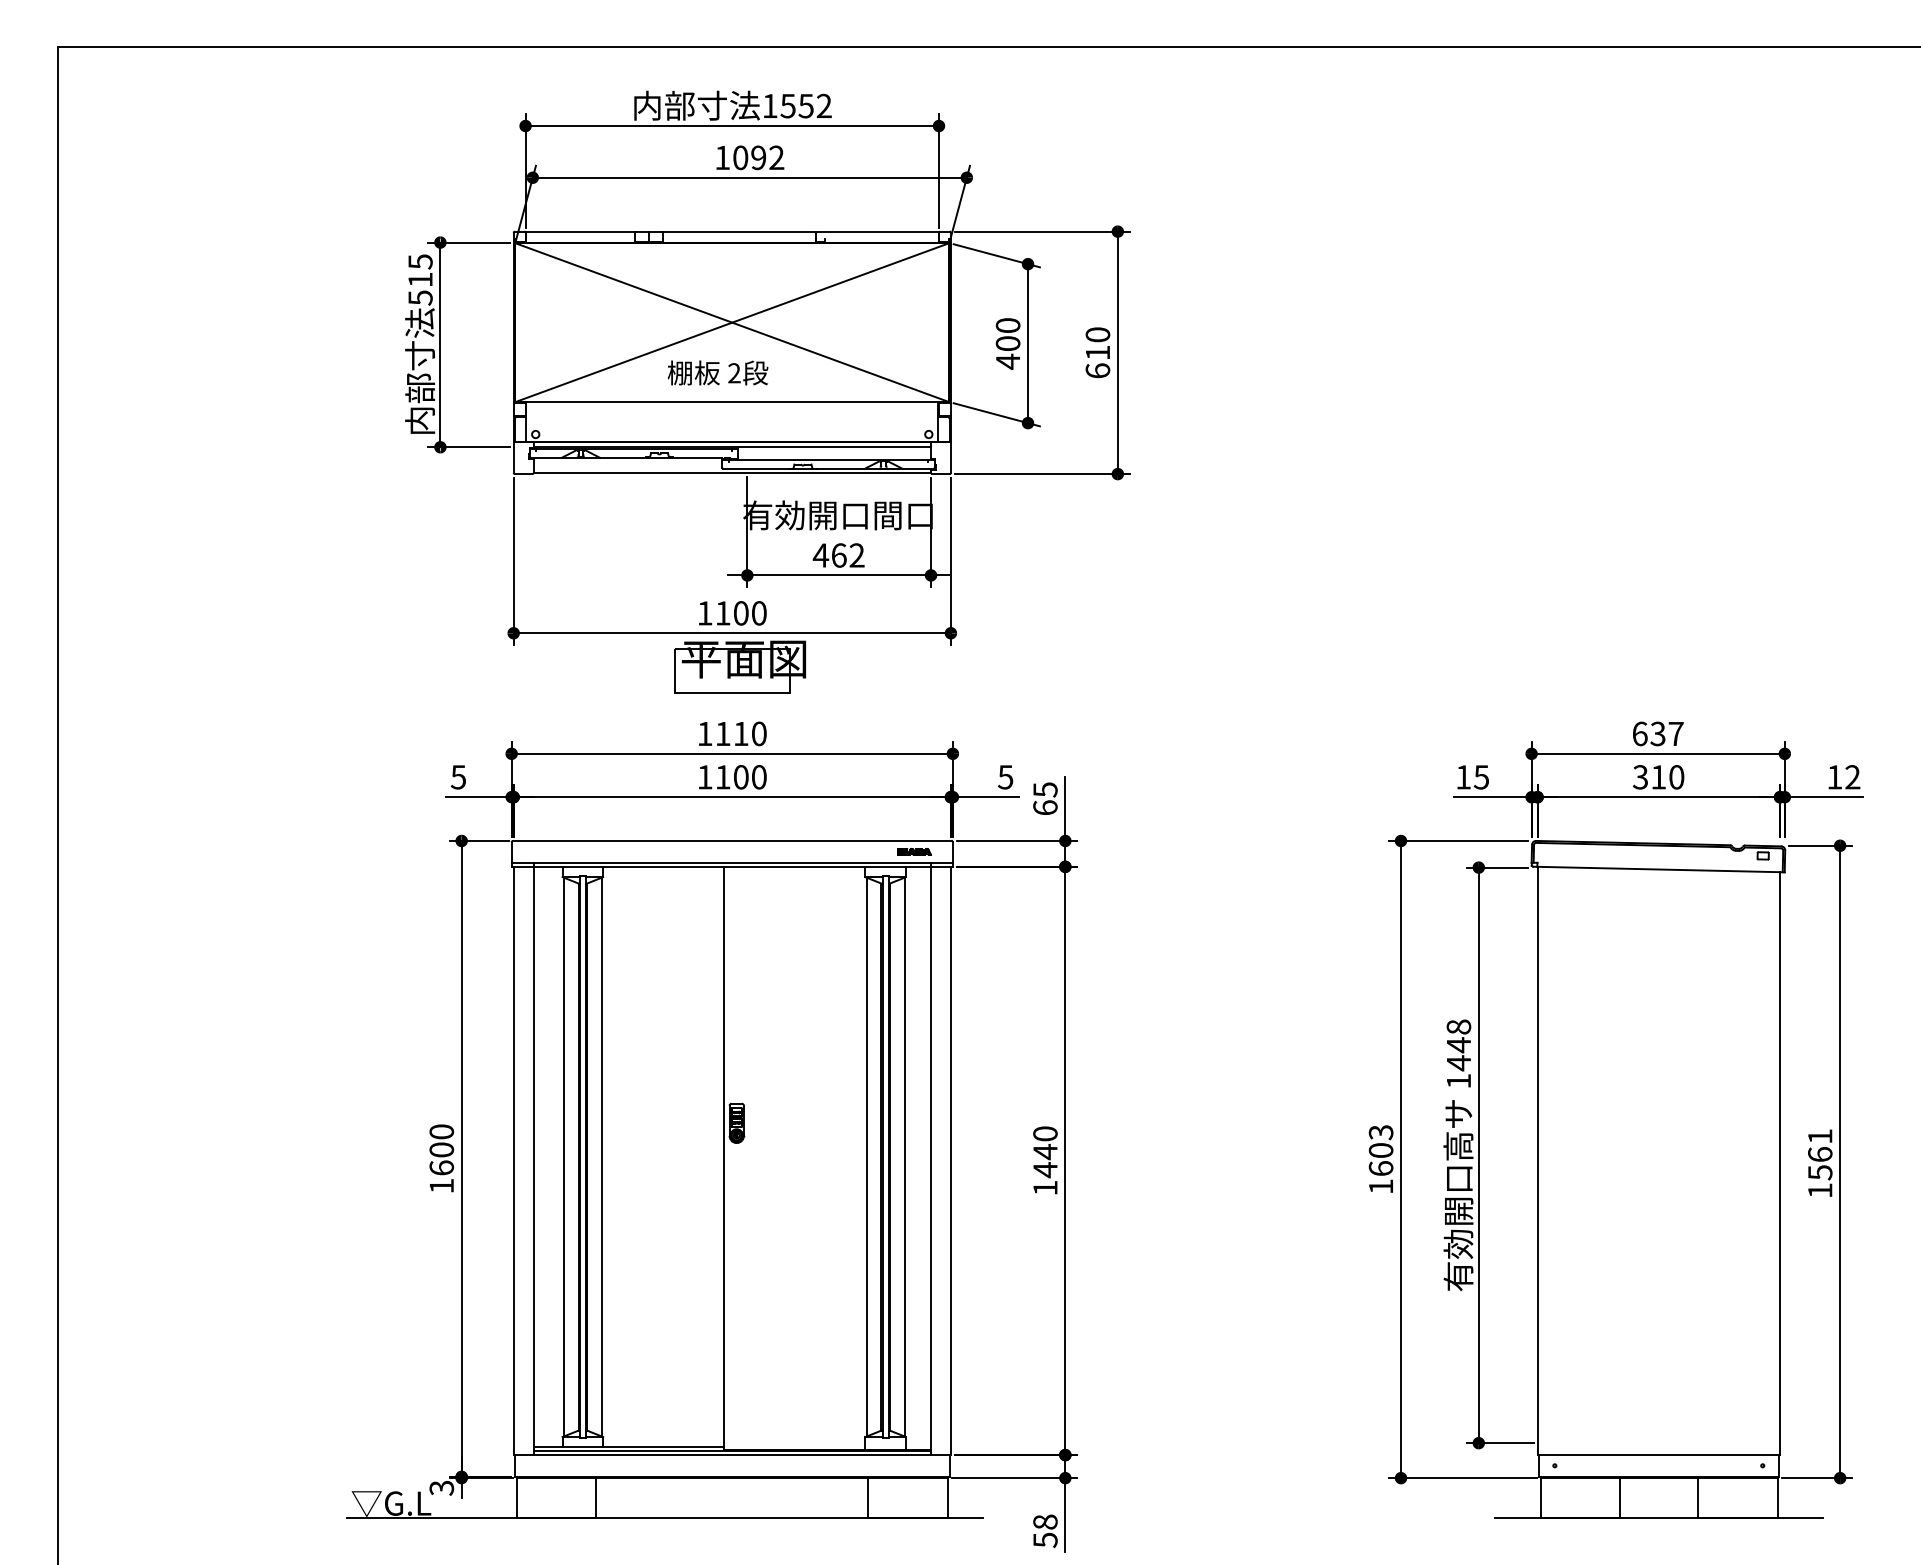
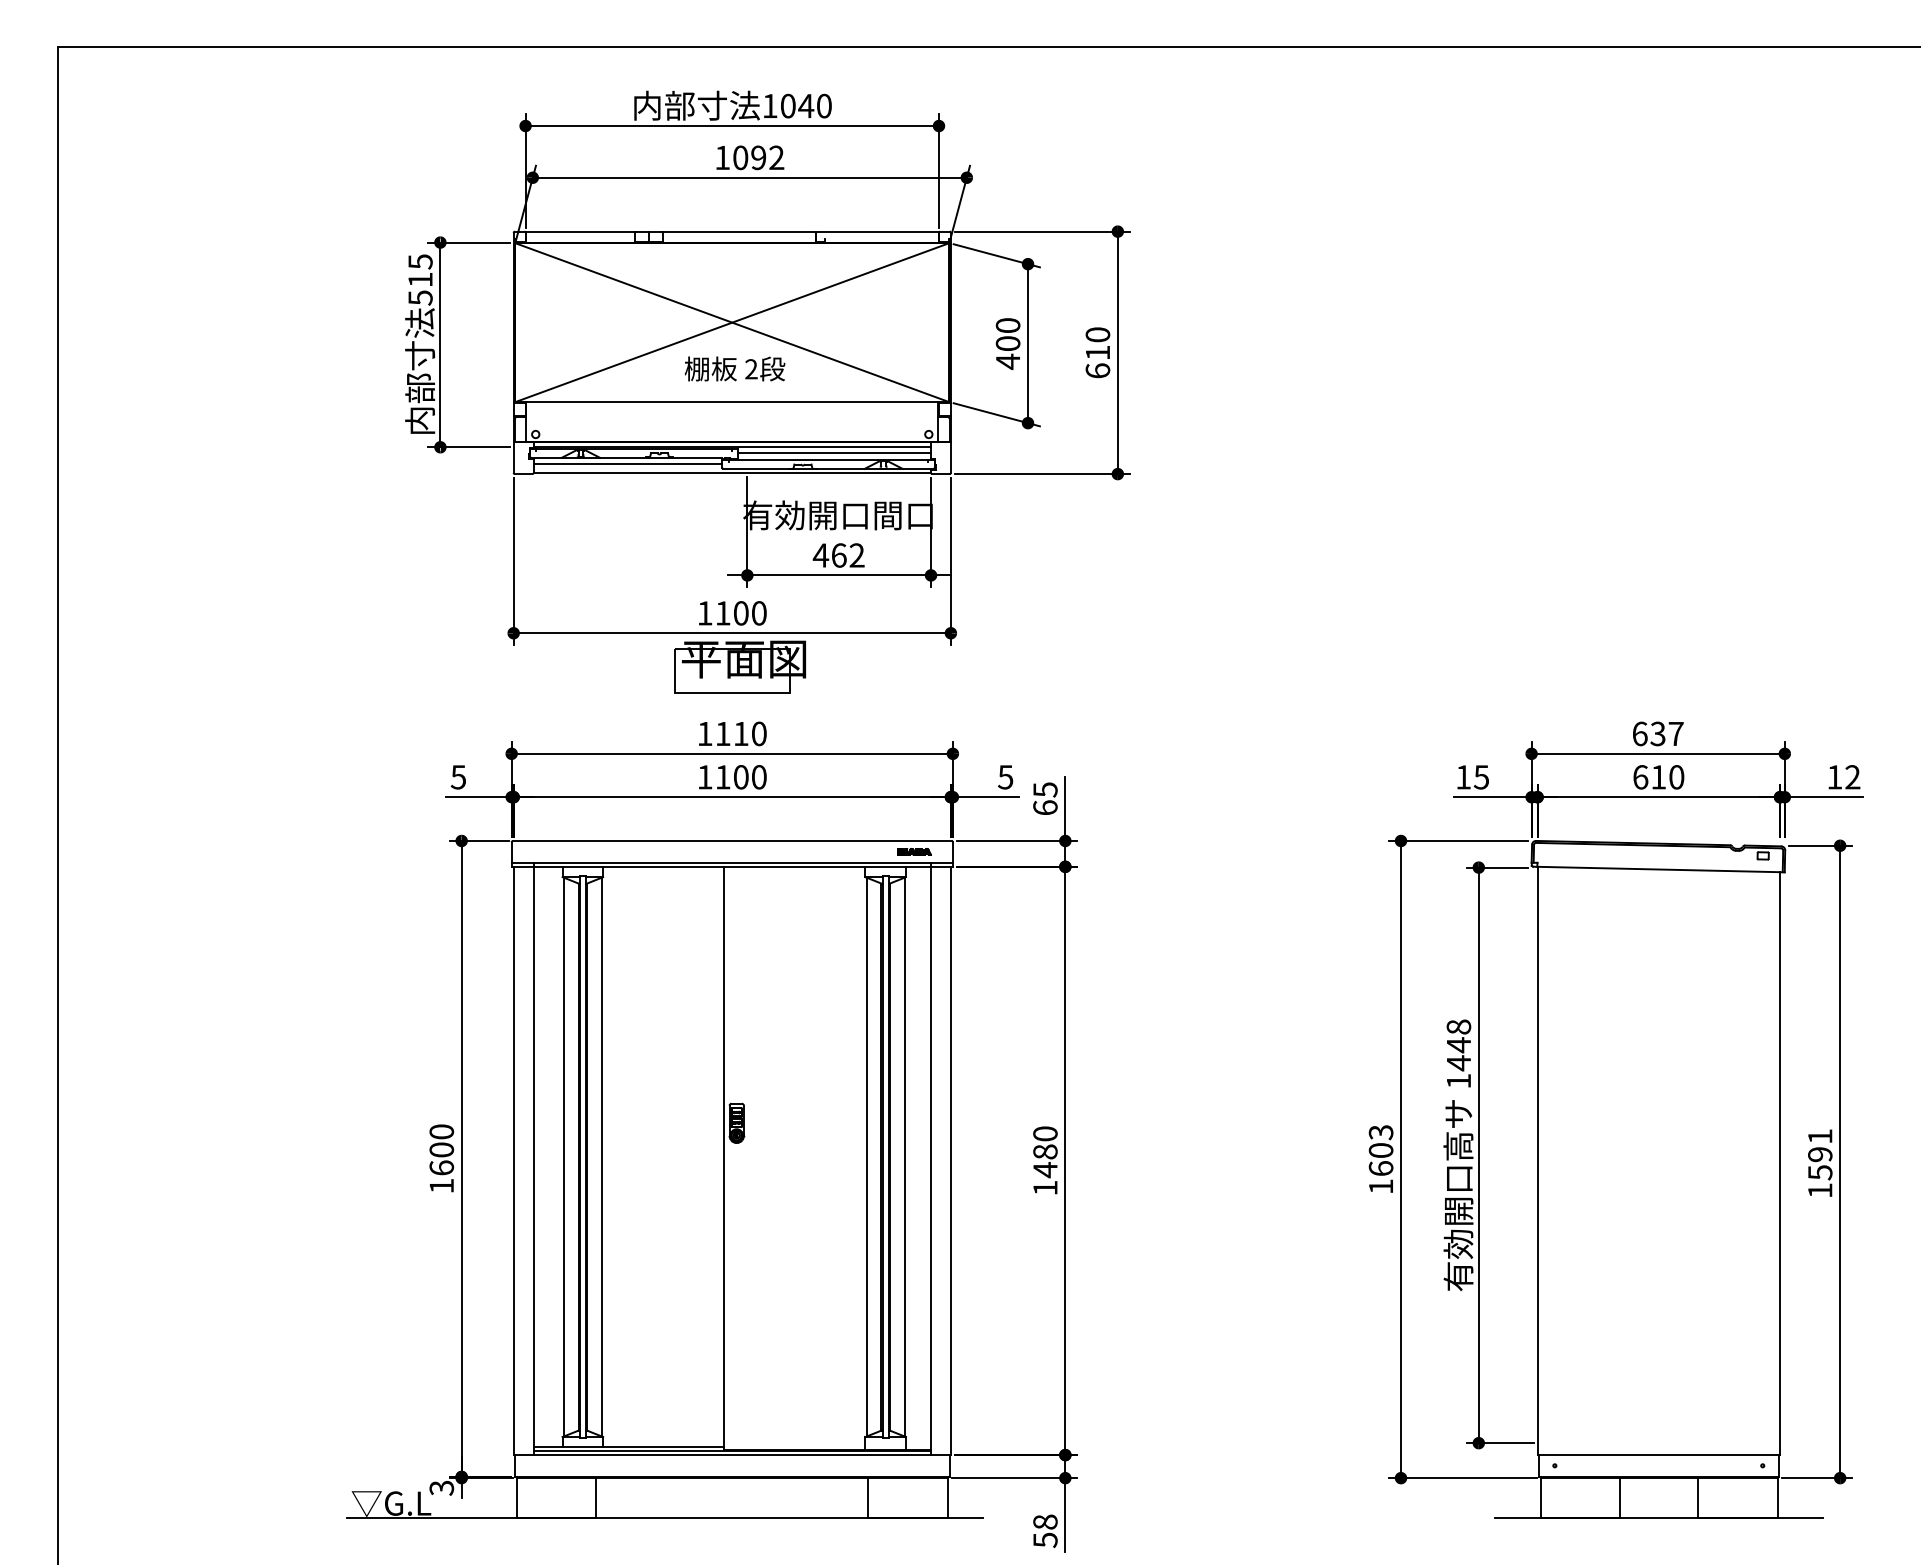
text at (805, 105): 1552 -> 1040
text at (717, 372) position: (717, 372) -> (734, 368)
line at (834, 453): none -> present
line at (627, 464): none -> present
text at (1640, 777): 310 -> 610
text at (1045, 1152): 1440 -> 1480
text at (1820, 1154): 1561 -> 1591
